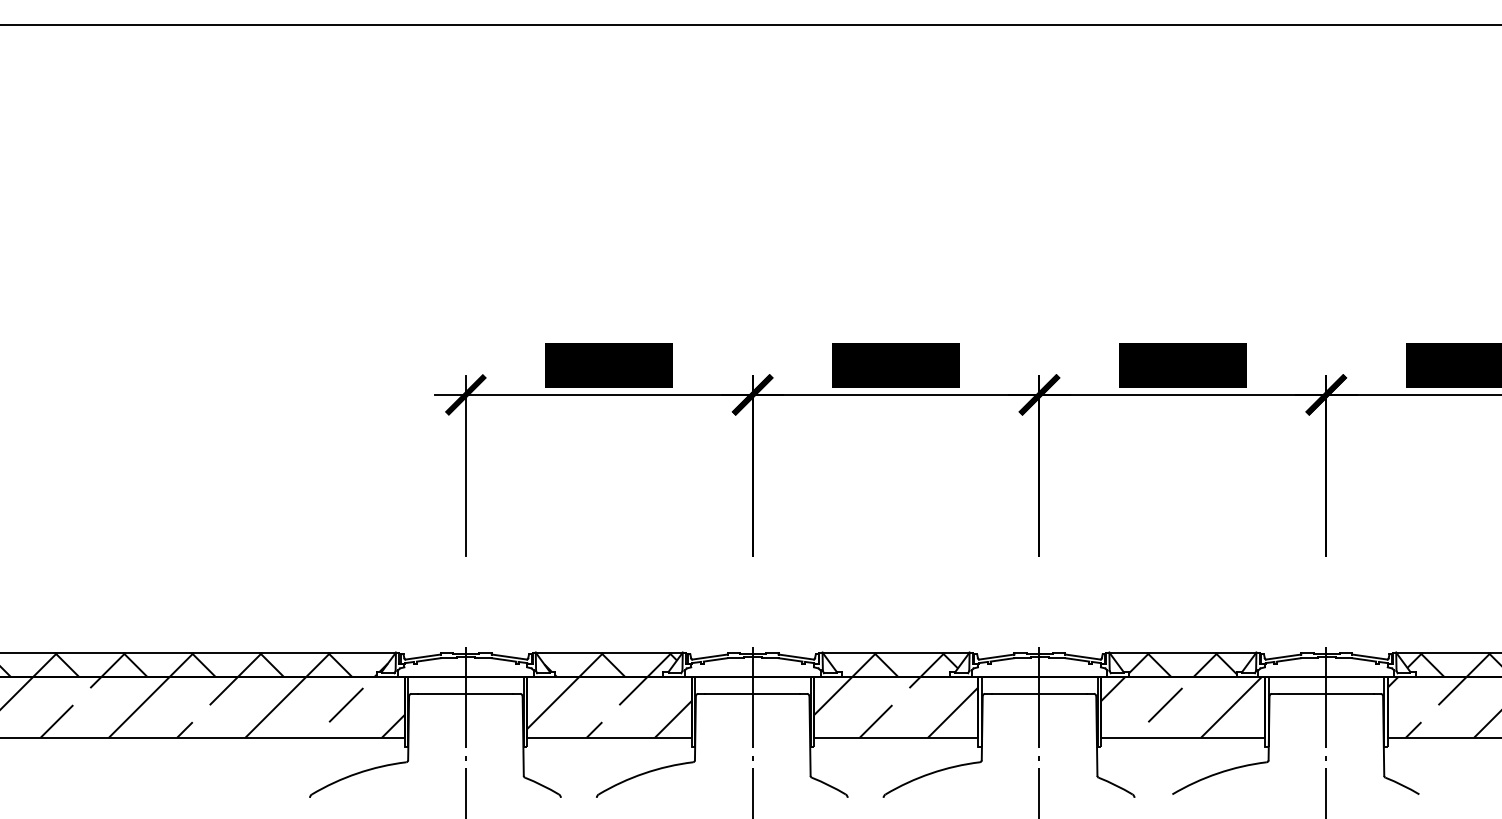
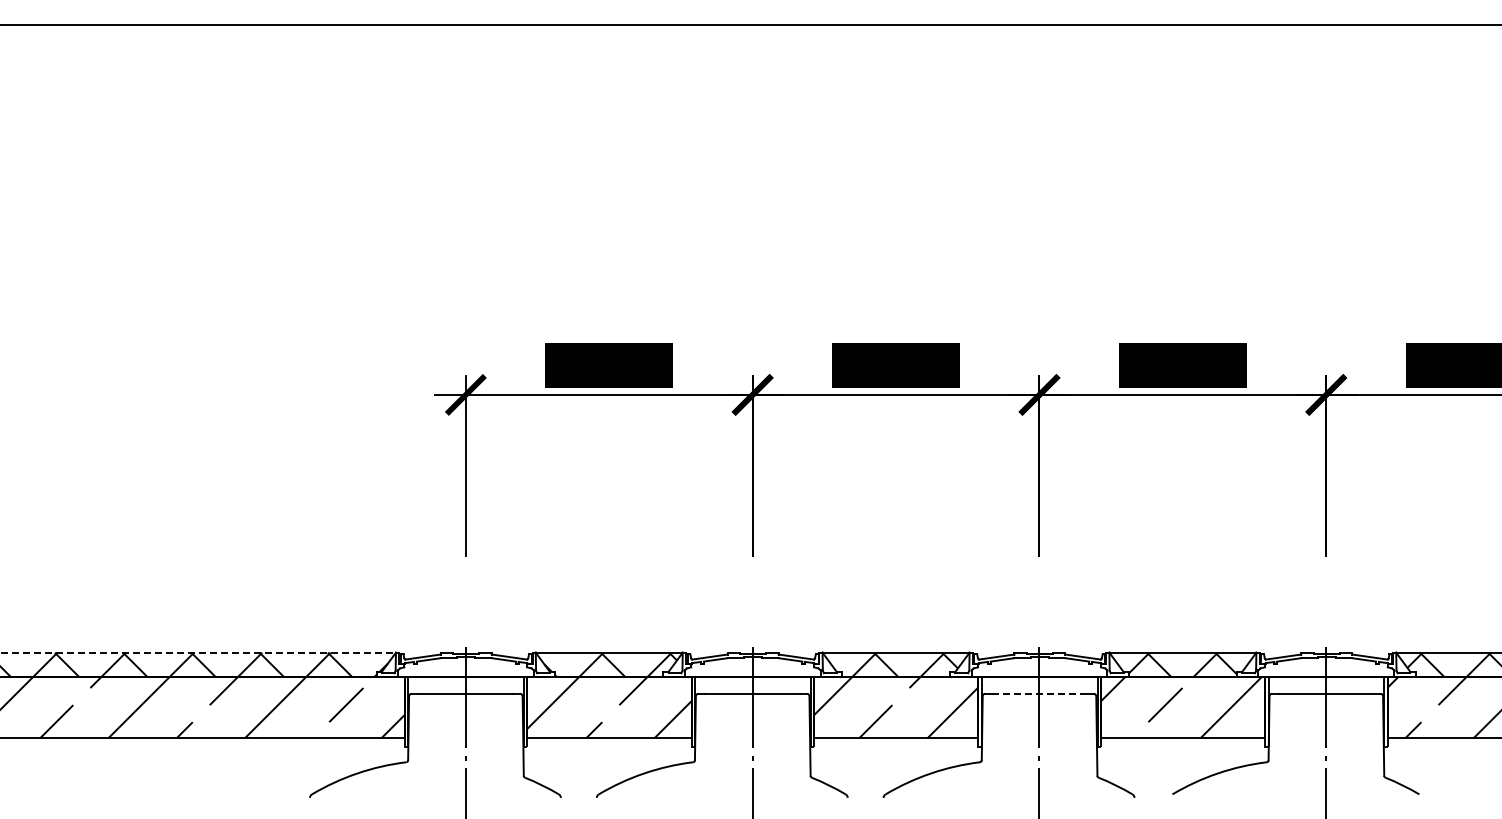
line at (198, 652): solid -> dashed
line at (1039, 693): solid -> dashed
